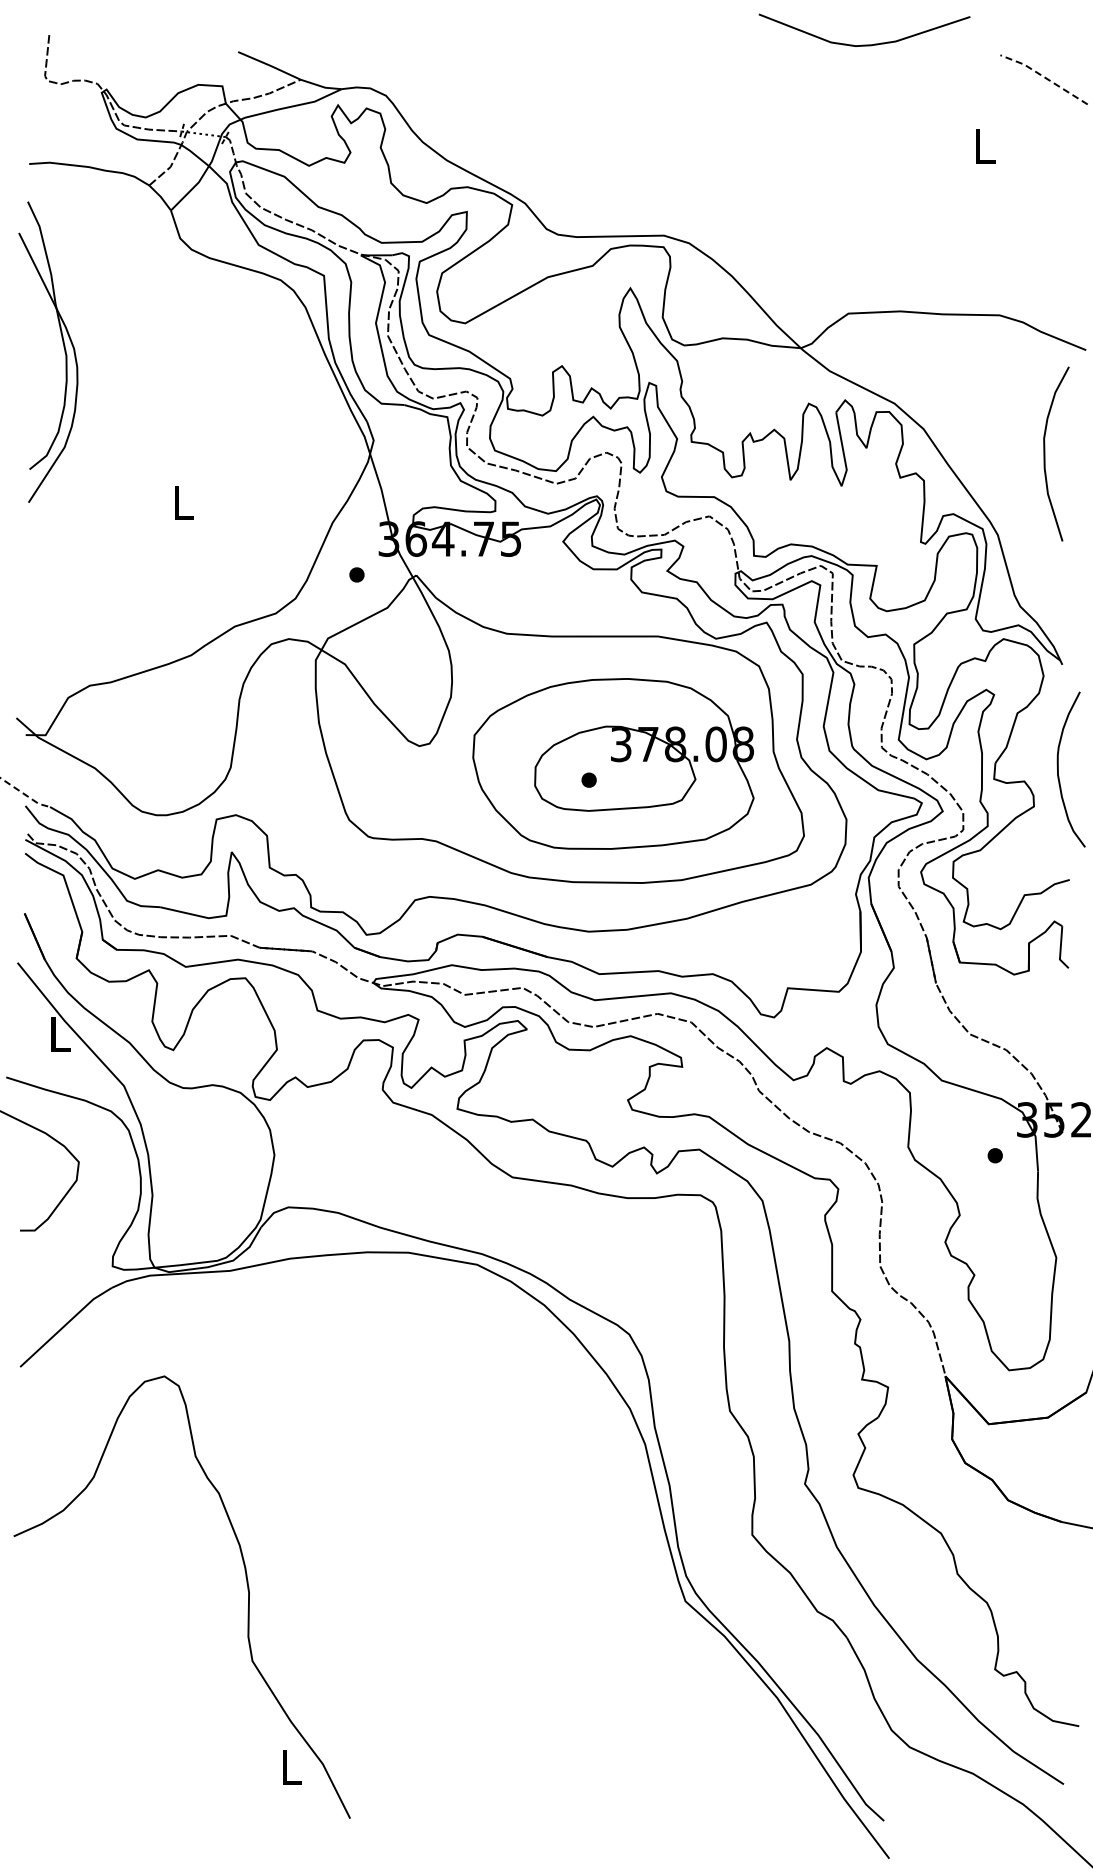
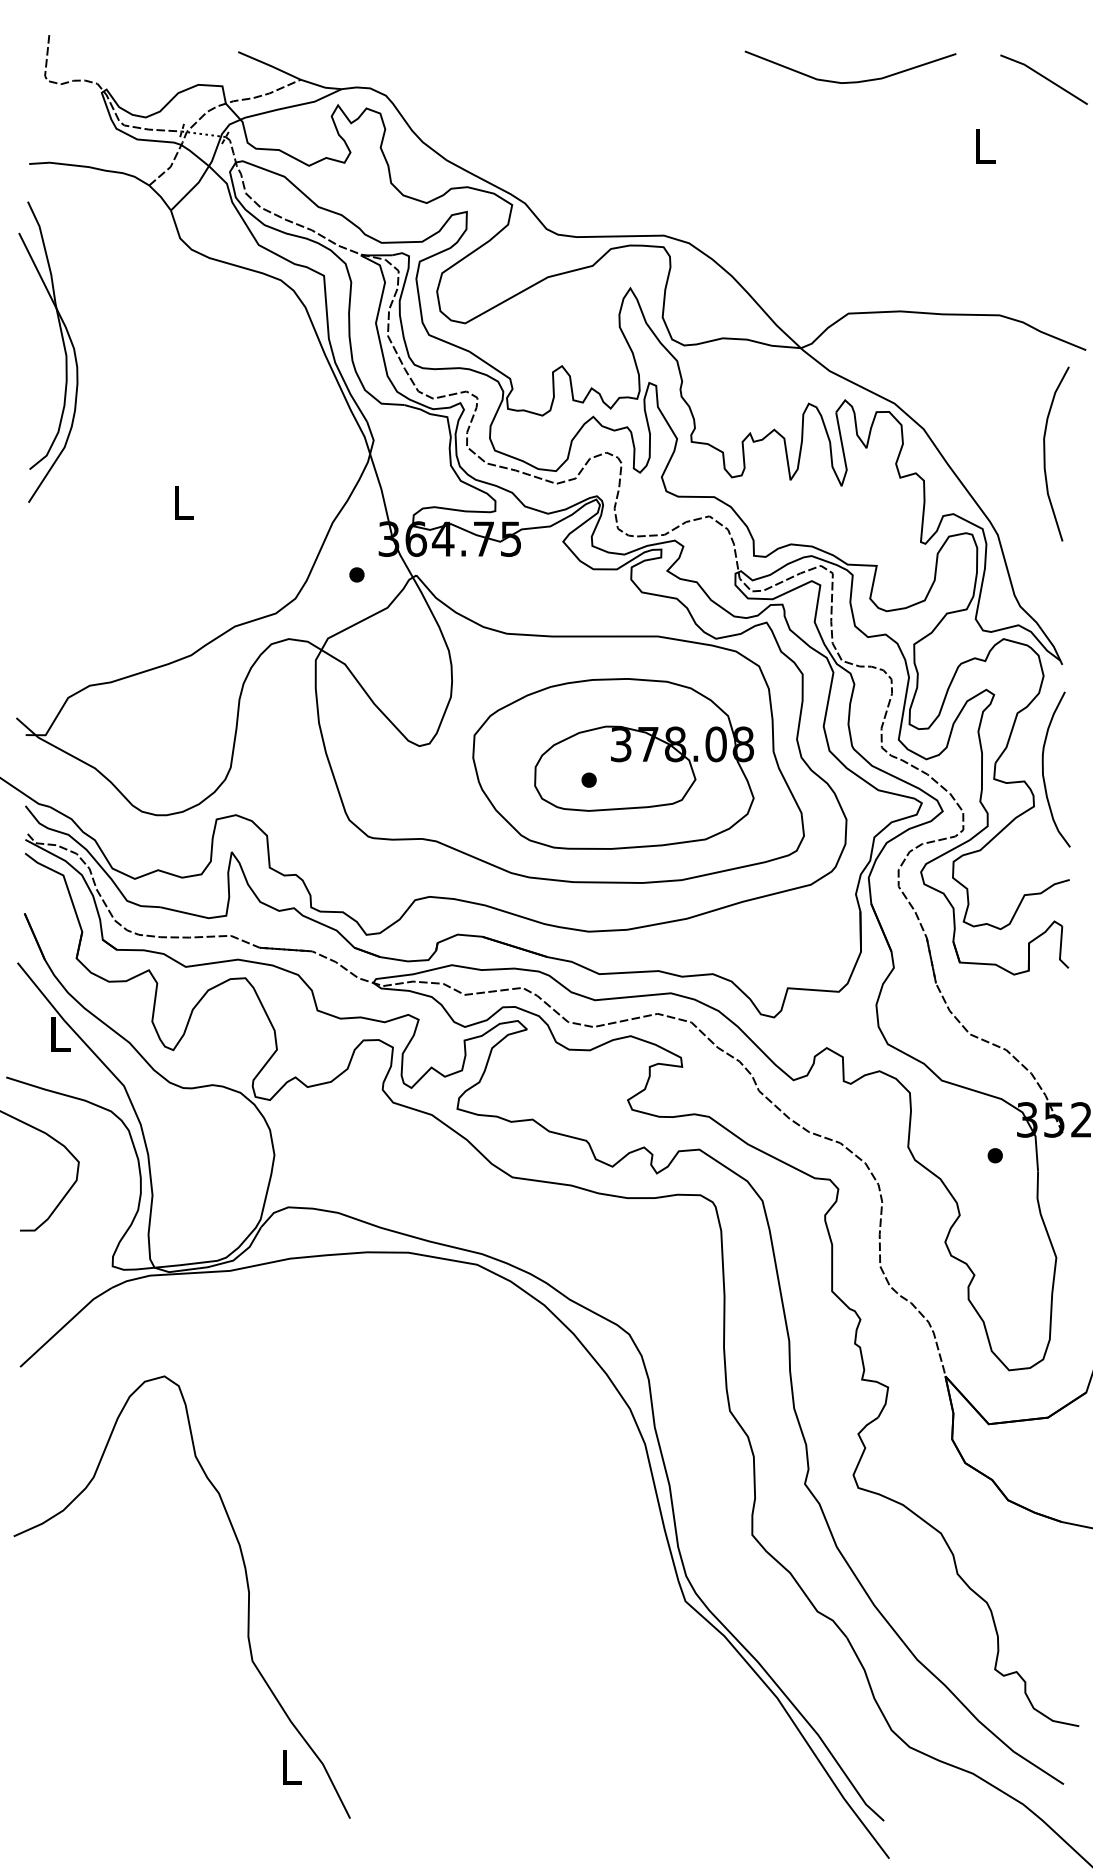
curve at (864, 44) position: (864, 44) -> (850, 81)
line at (1044, 77): dashed -> solid
curve at (1058, 769) position: (1058, 769) -> (1043, 769)
line at (24, 794): dashed -> solid
